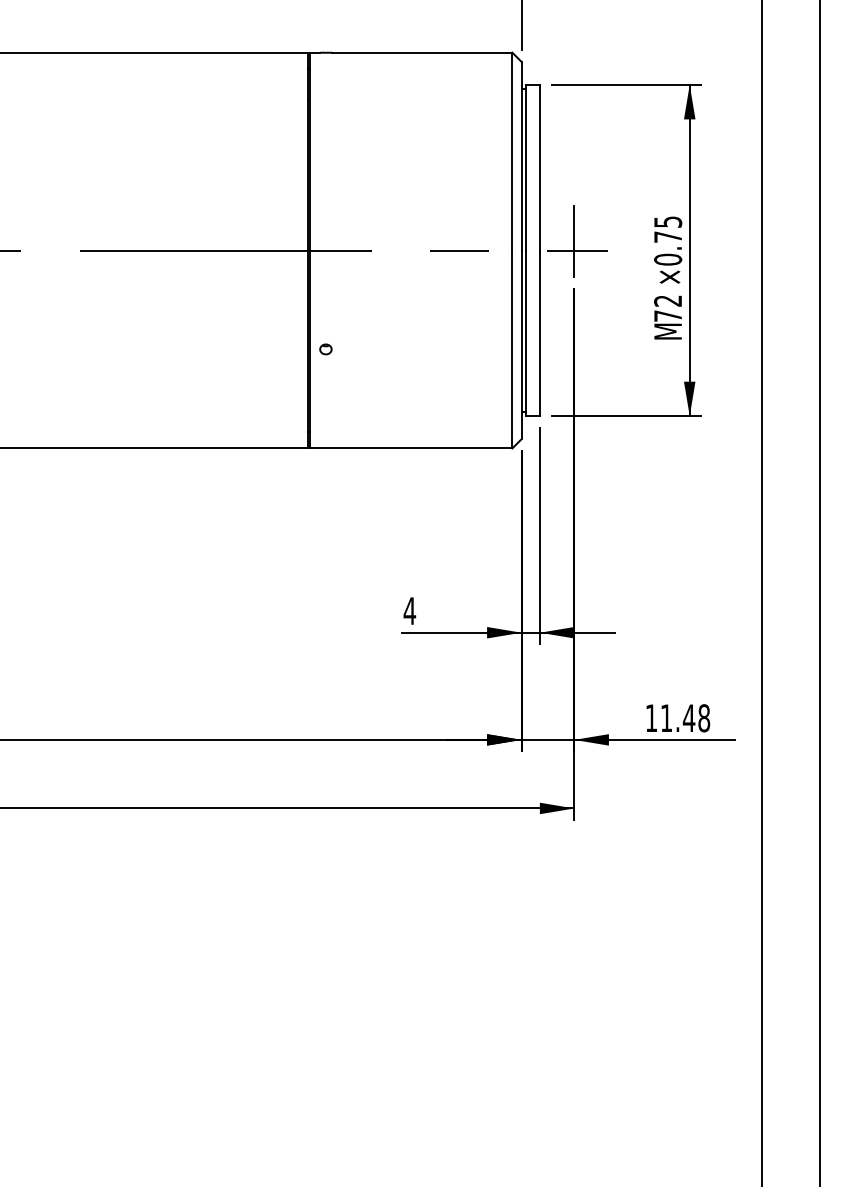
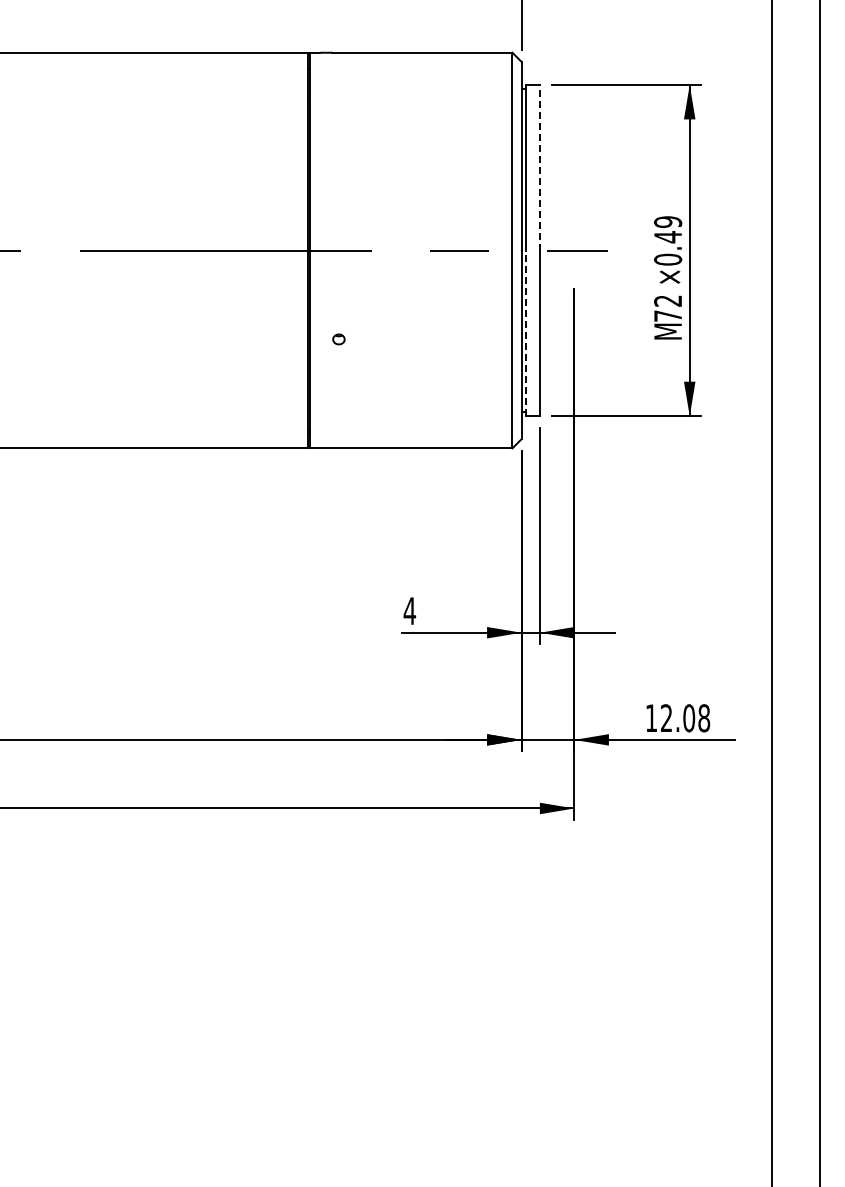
line at (539, 167): solid -> dashed
text at (667, 229): ×0.75 -> ×0.49
line at (574, 241): present -> none
line at (526, 333): solid -> dashed
part at (325, 349) position: (325, 349) -> (338, 339)
line at (762, 592) position: (762, 592) -> (772, 592)
text at (677, 718): 11.48 -> 12.08
